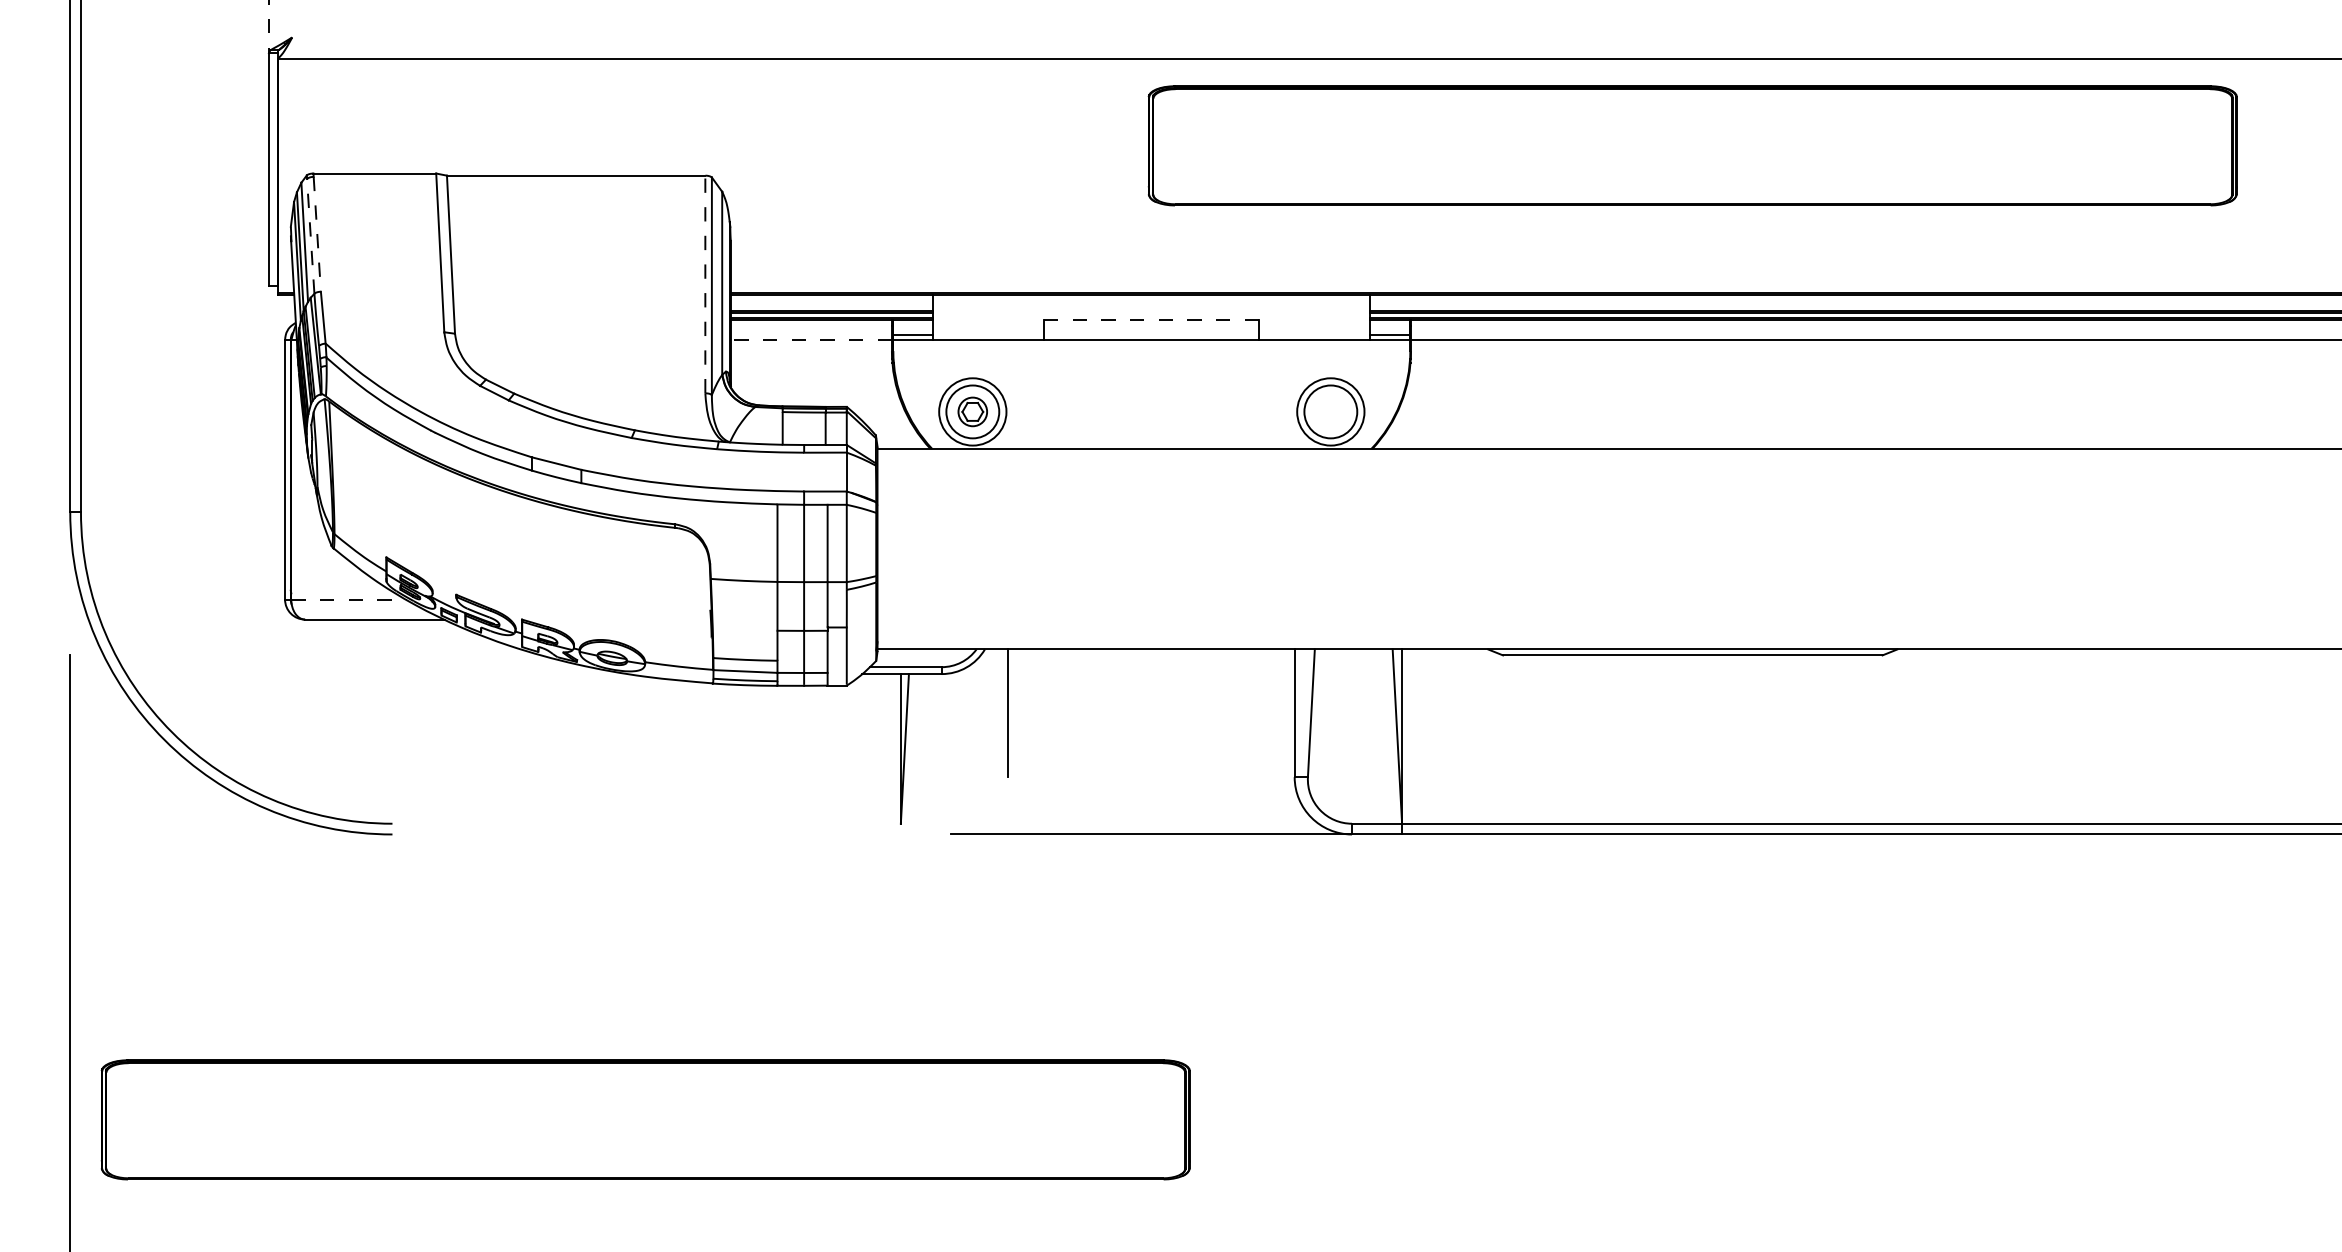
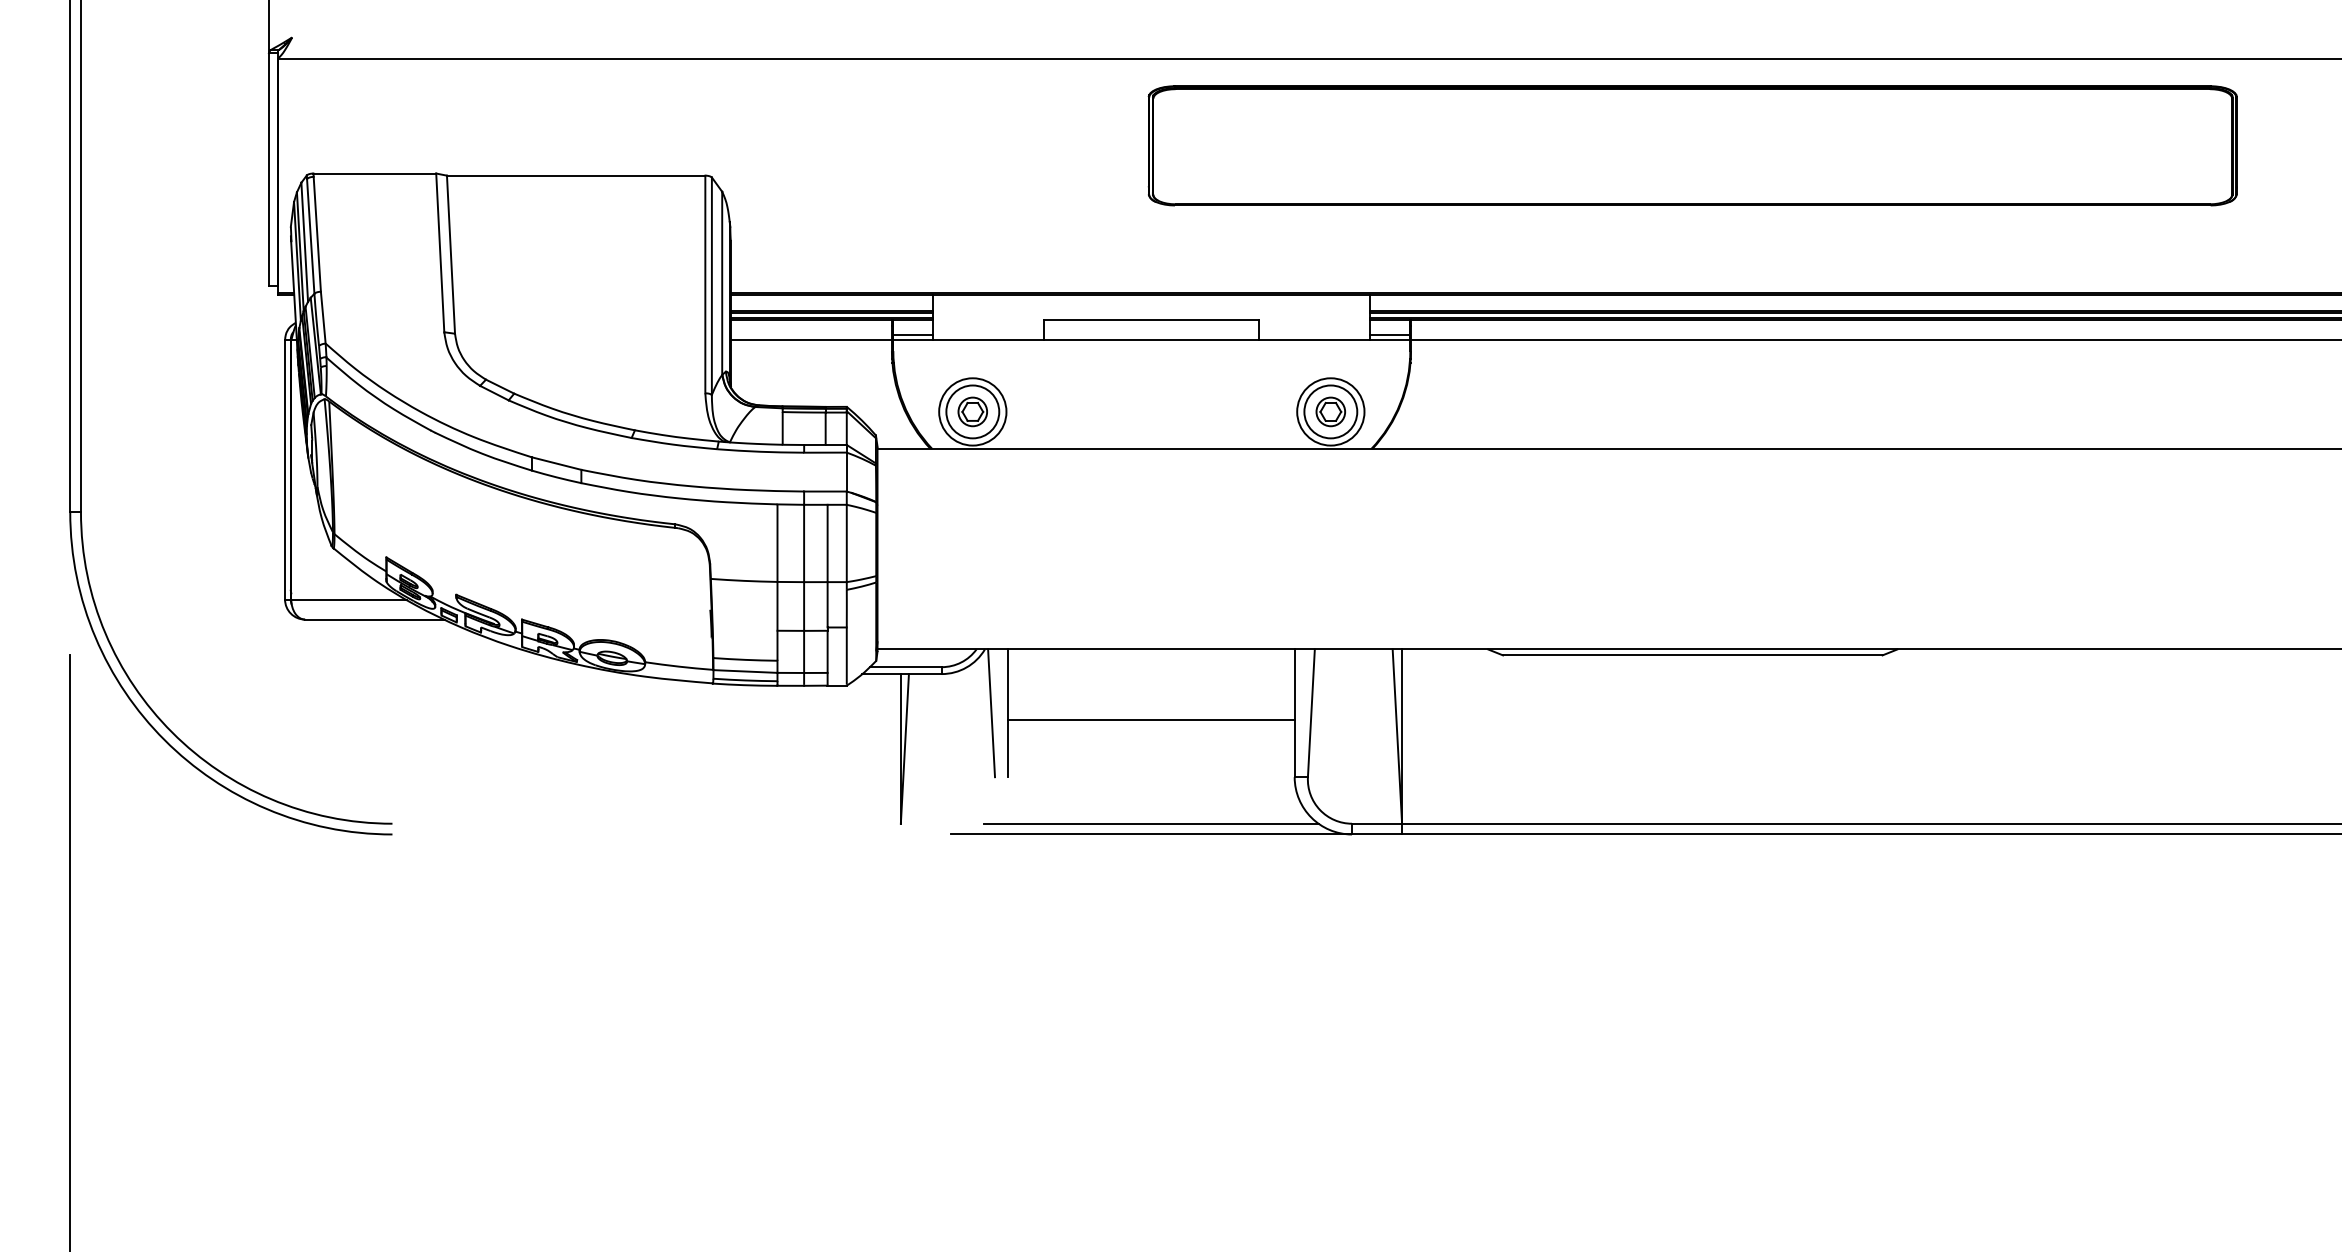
line at (268, 27): dashed -> solid
line at (317, 234): dashed -> solid
line at (310, 235): dashed -> solid
line at (705, 284): dashed -> solid
line at (1150, 320): dashed -> solid
line at (811, 340): dashed -> solid
part at (1330, 411): none -> present
line at (348, 599): dashed -> solid
line at (991, 713): none -> present
line at (1151, 719): none -> present
line at (1151, 823): none -> present
part at (645, 1119): present -> none
